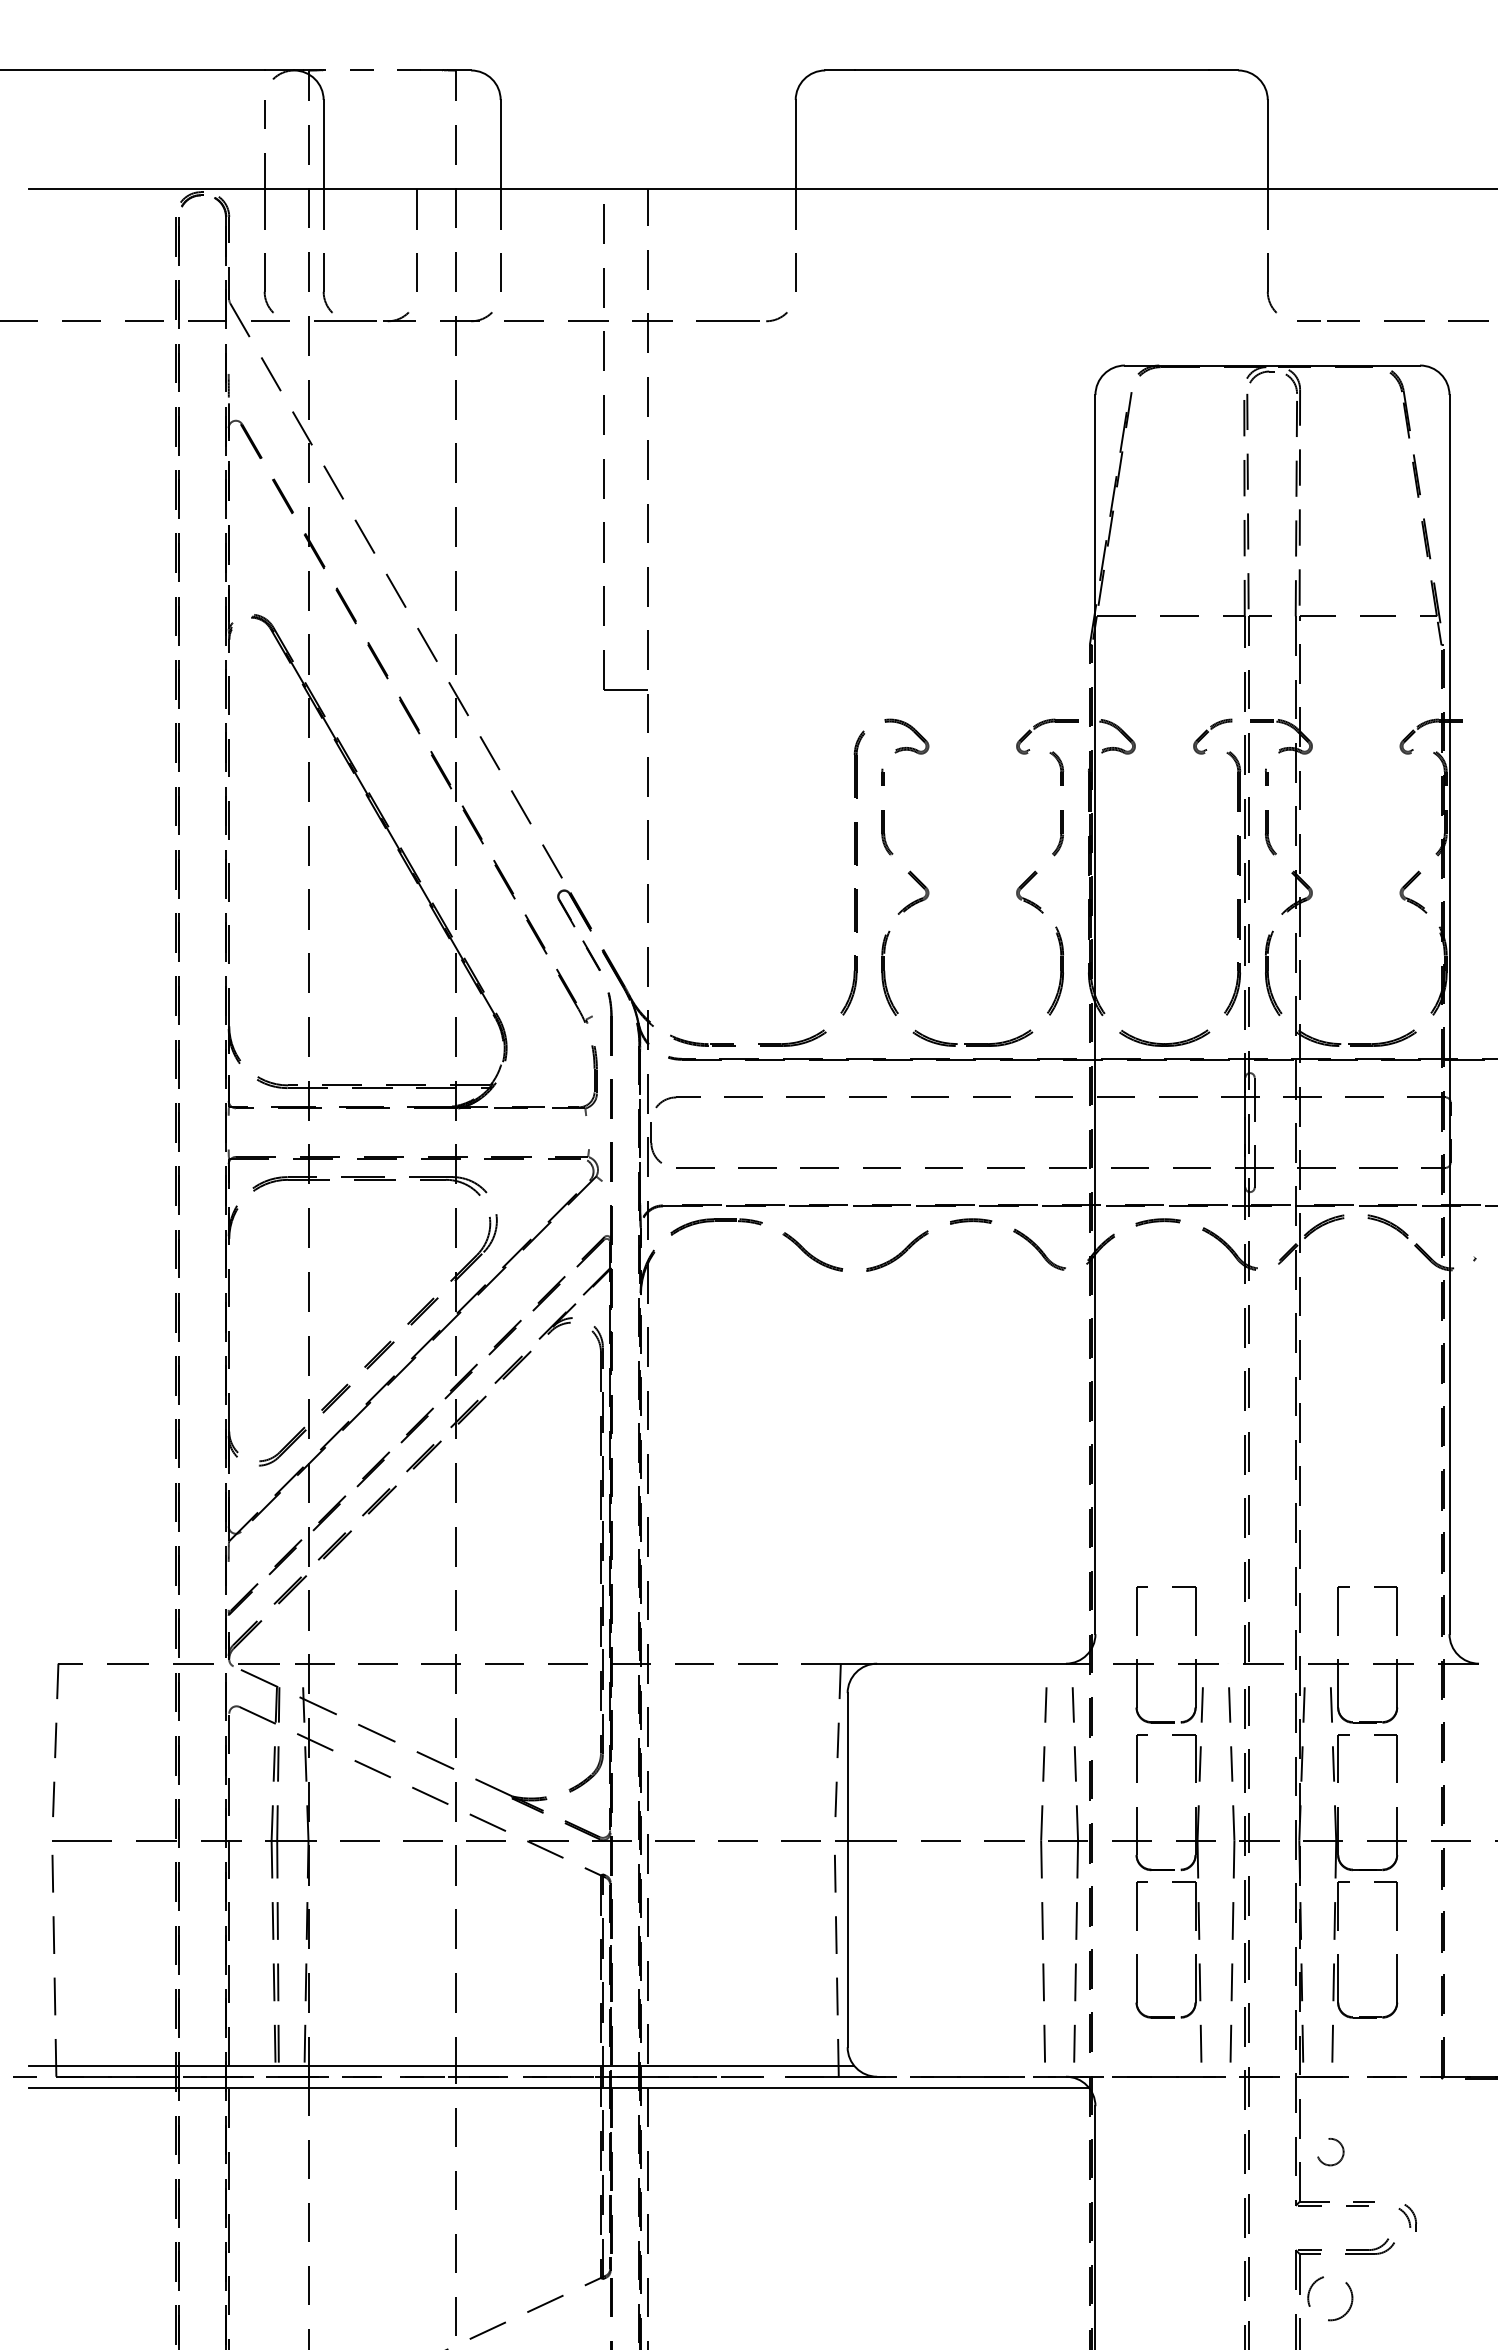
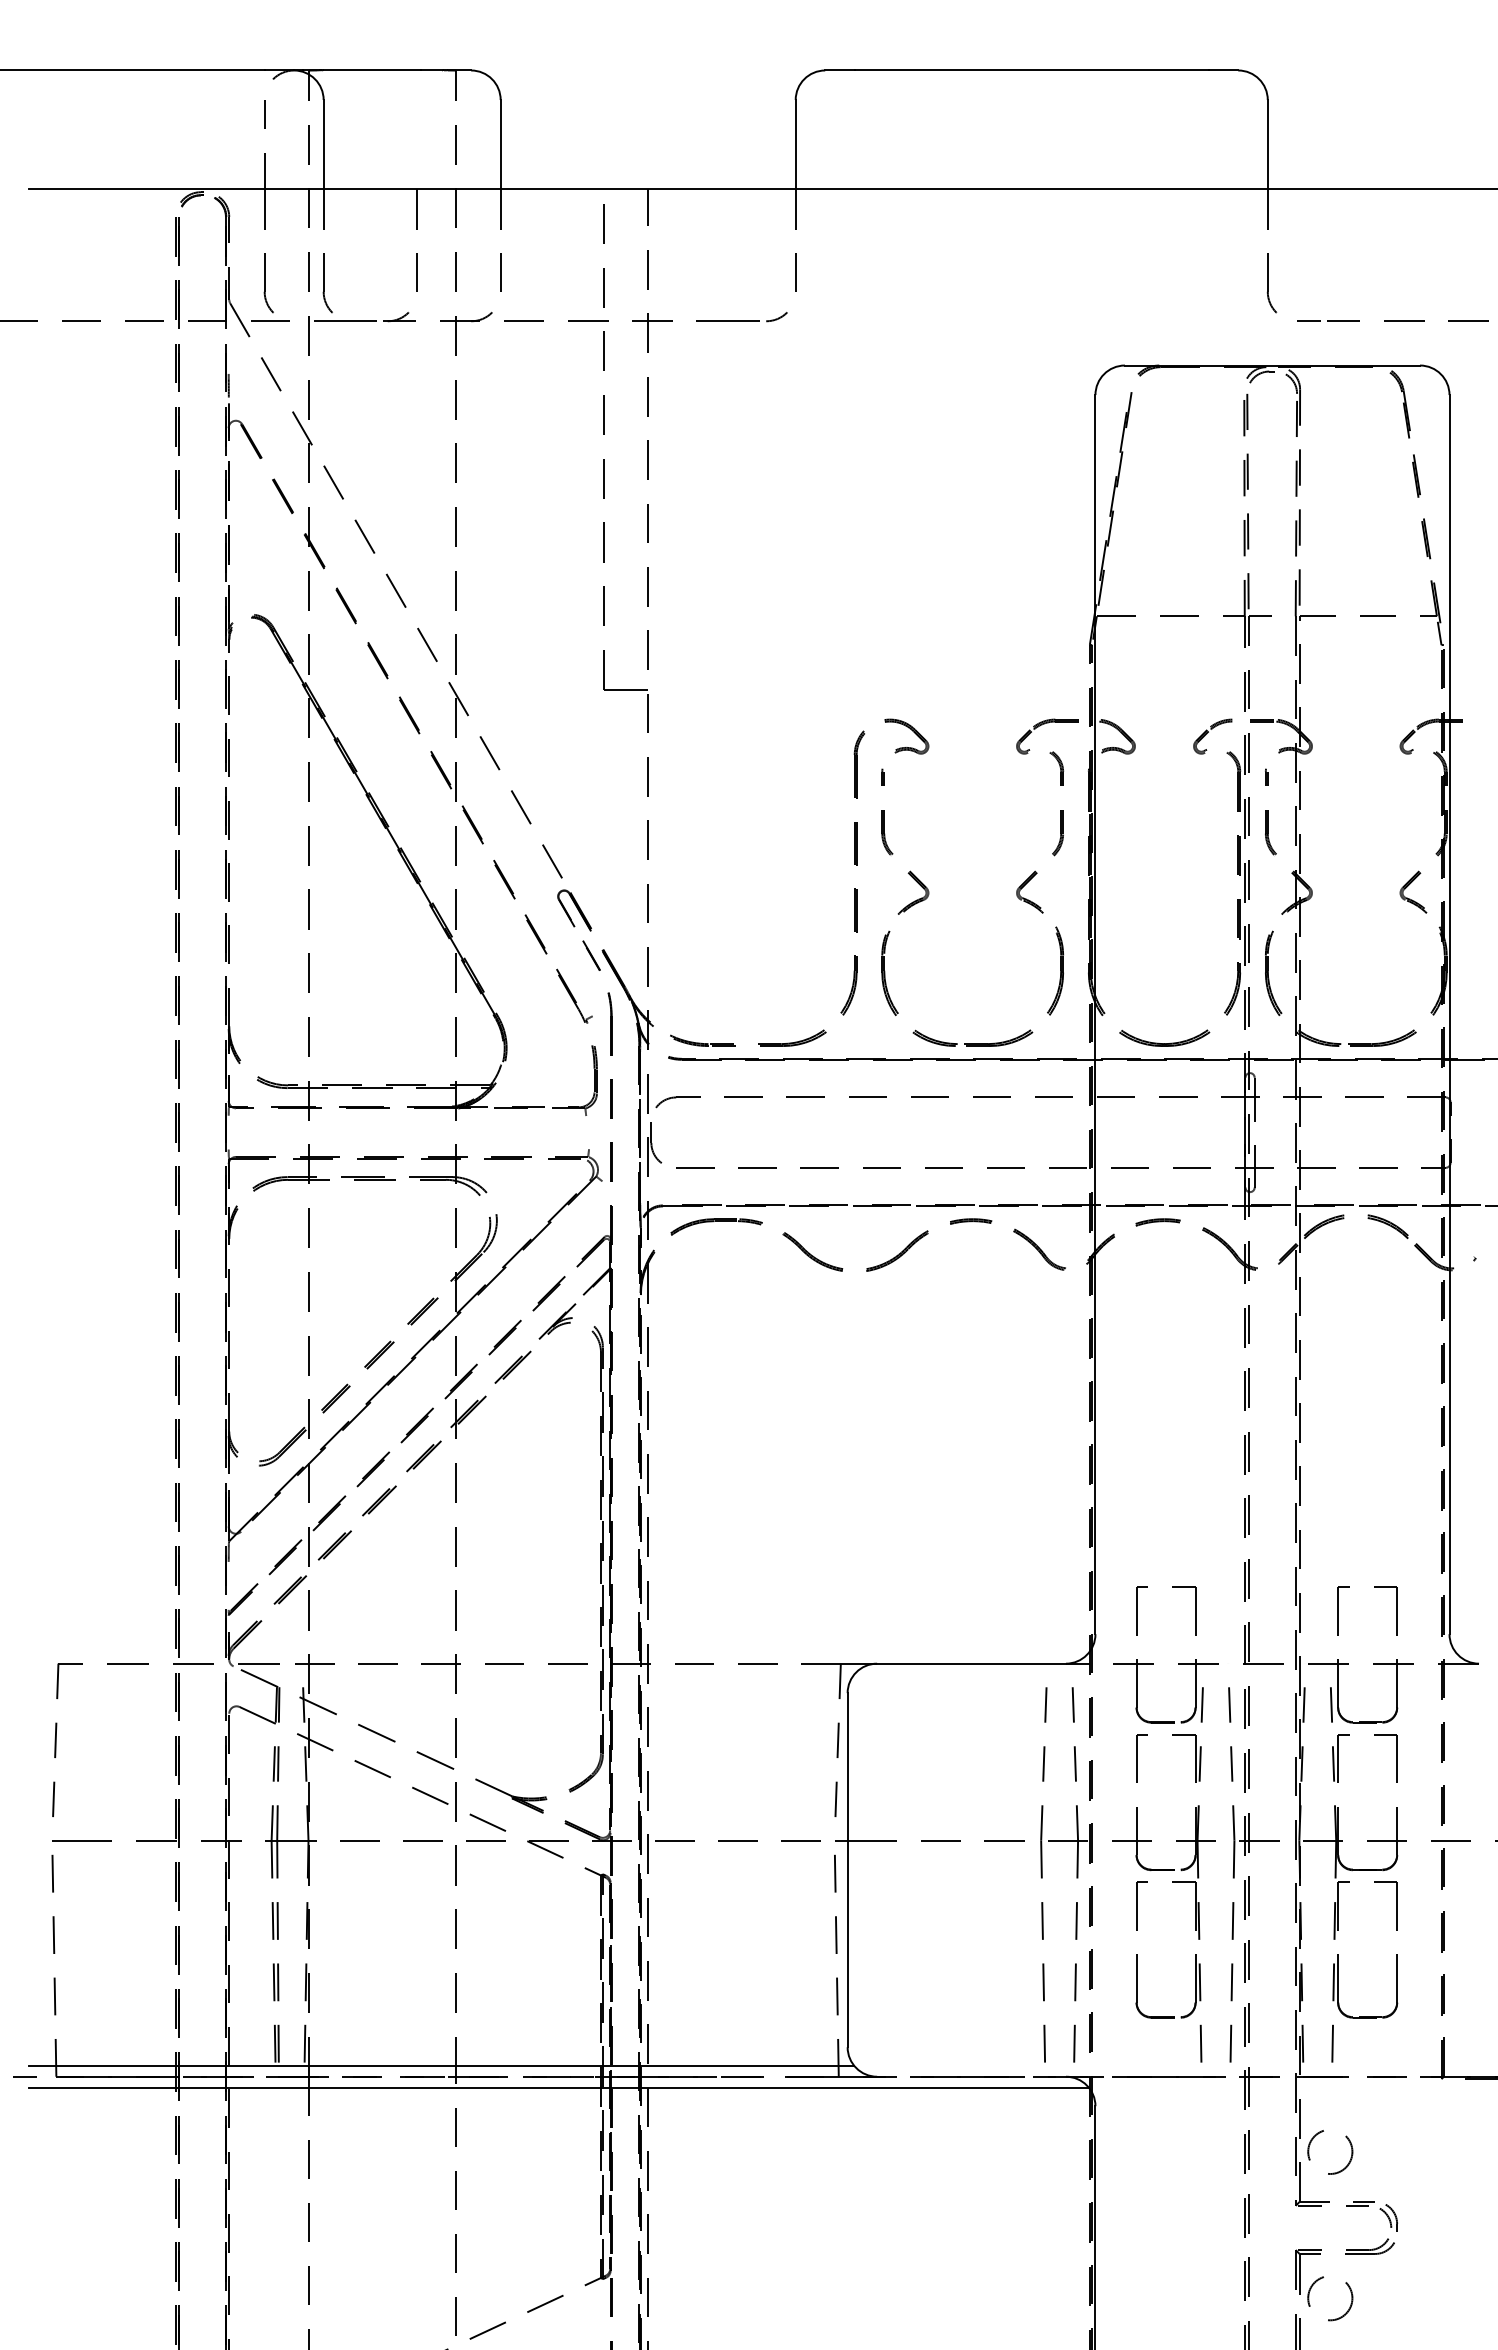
line at (361, 70): dashed -> solid
circle at (1330, 2152) size: 28x29 px -> 47x45 px
part at (1407, 2217) position: (1407, 2217) -> (1388, 2217)
